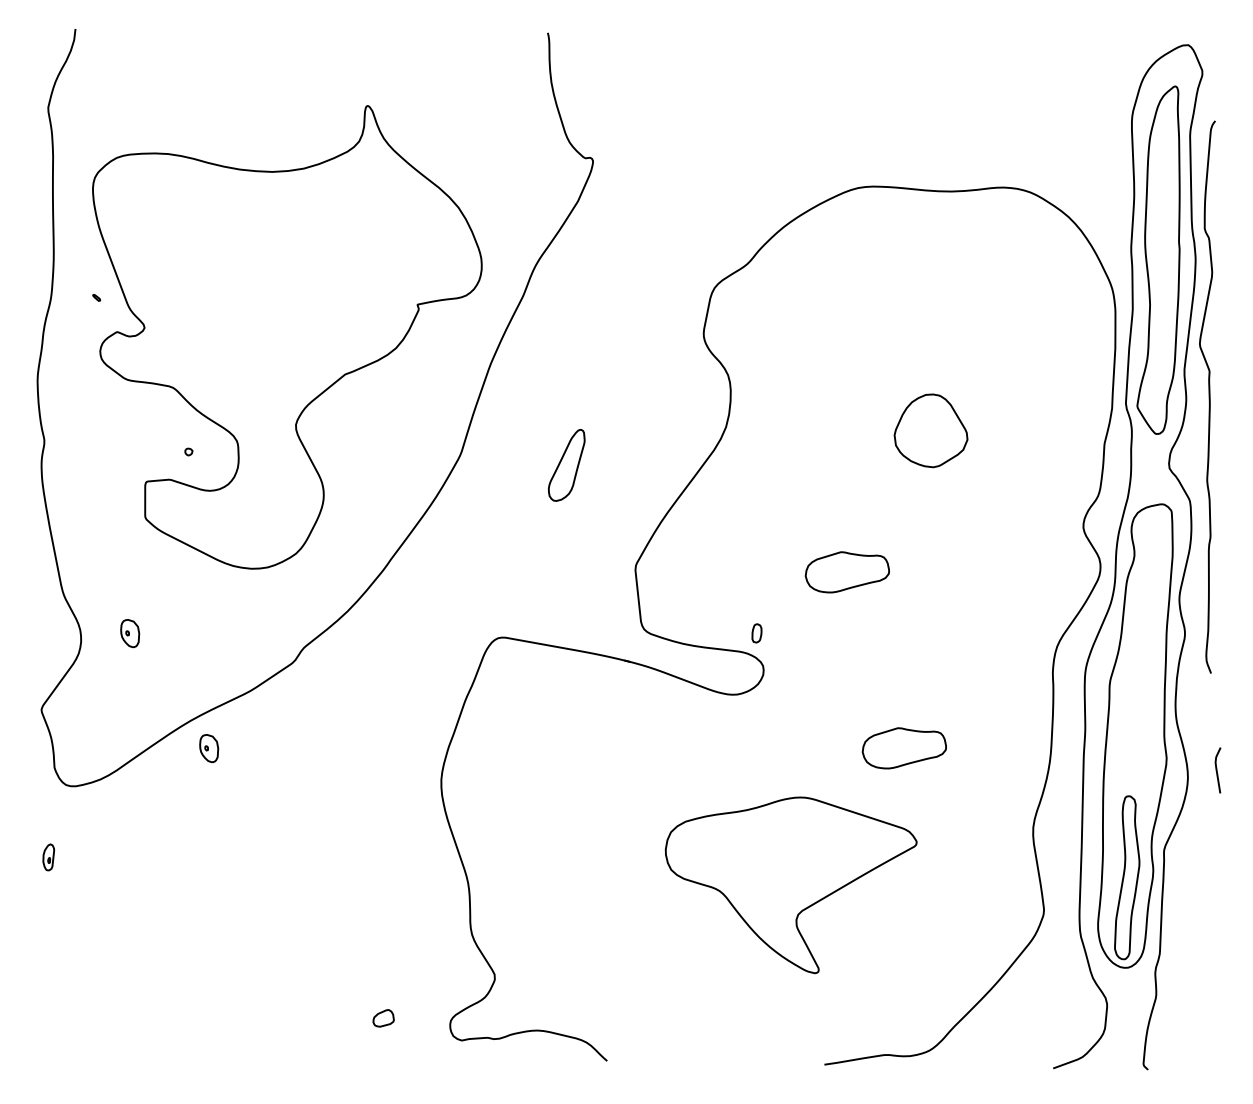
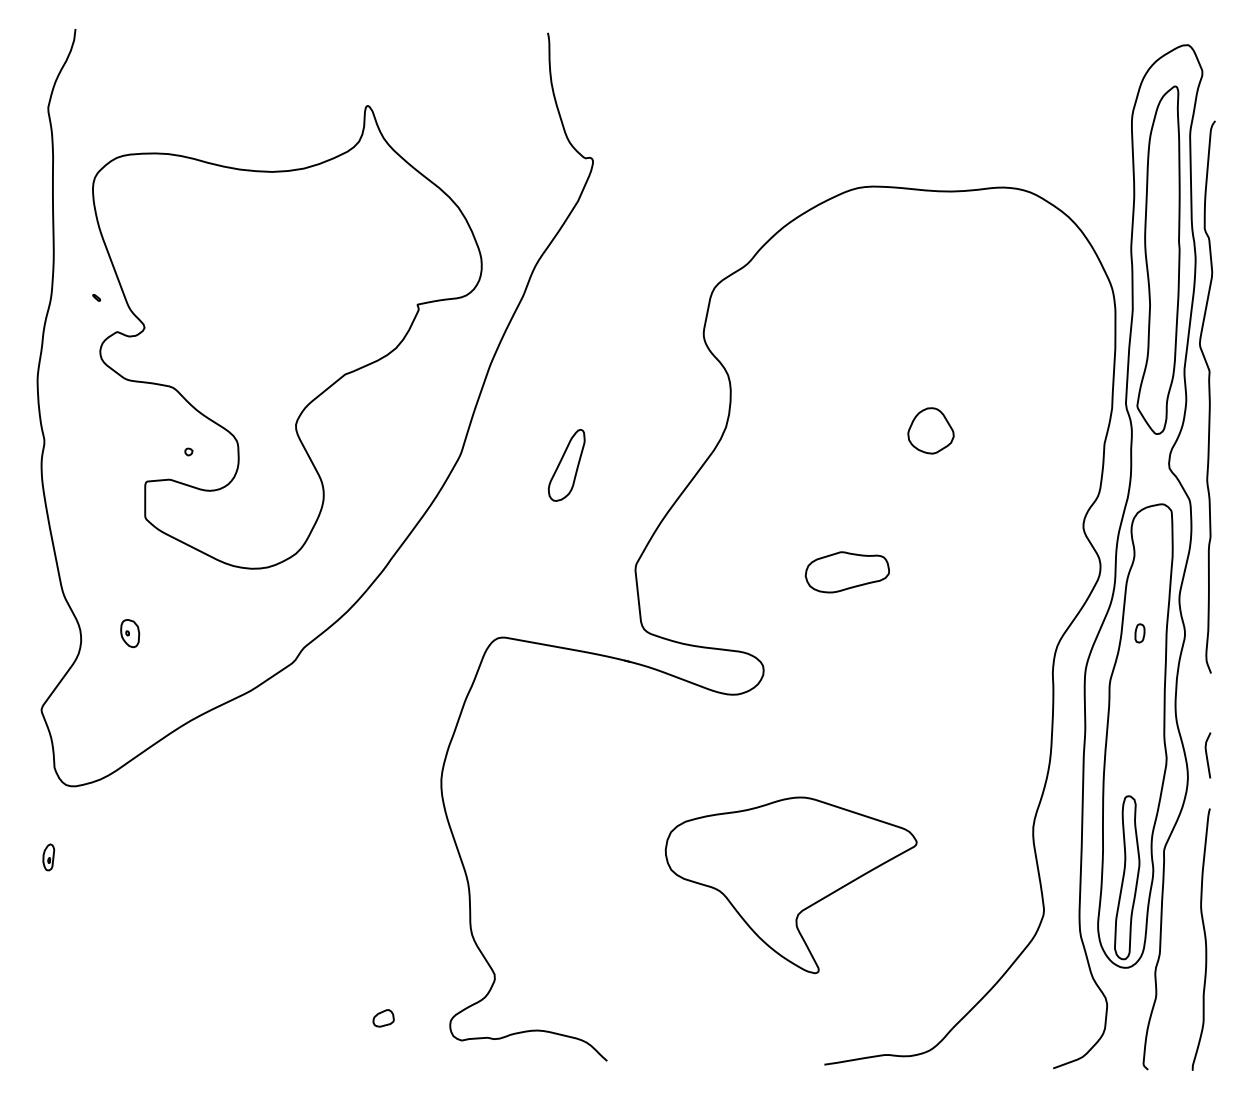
part at (930, 430) size: 76x76 px -> 48x48 px
part at (756, 633) position: (756, 633) -> (1139, 633)
part at (209, 748): present -> none
part at (903, 748): present -> none
curve at (1217, 770) position: (1217, 770) -> (1207, 755)
curve at (1204, 939): none -> present
